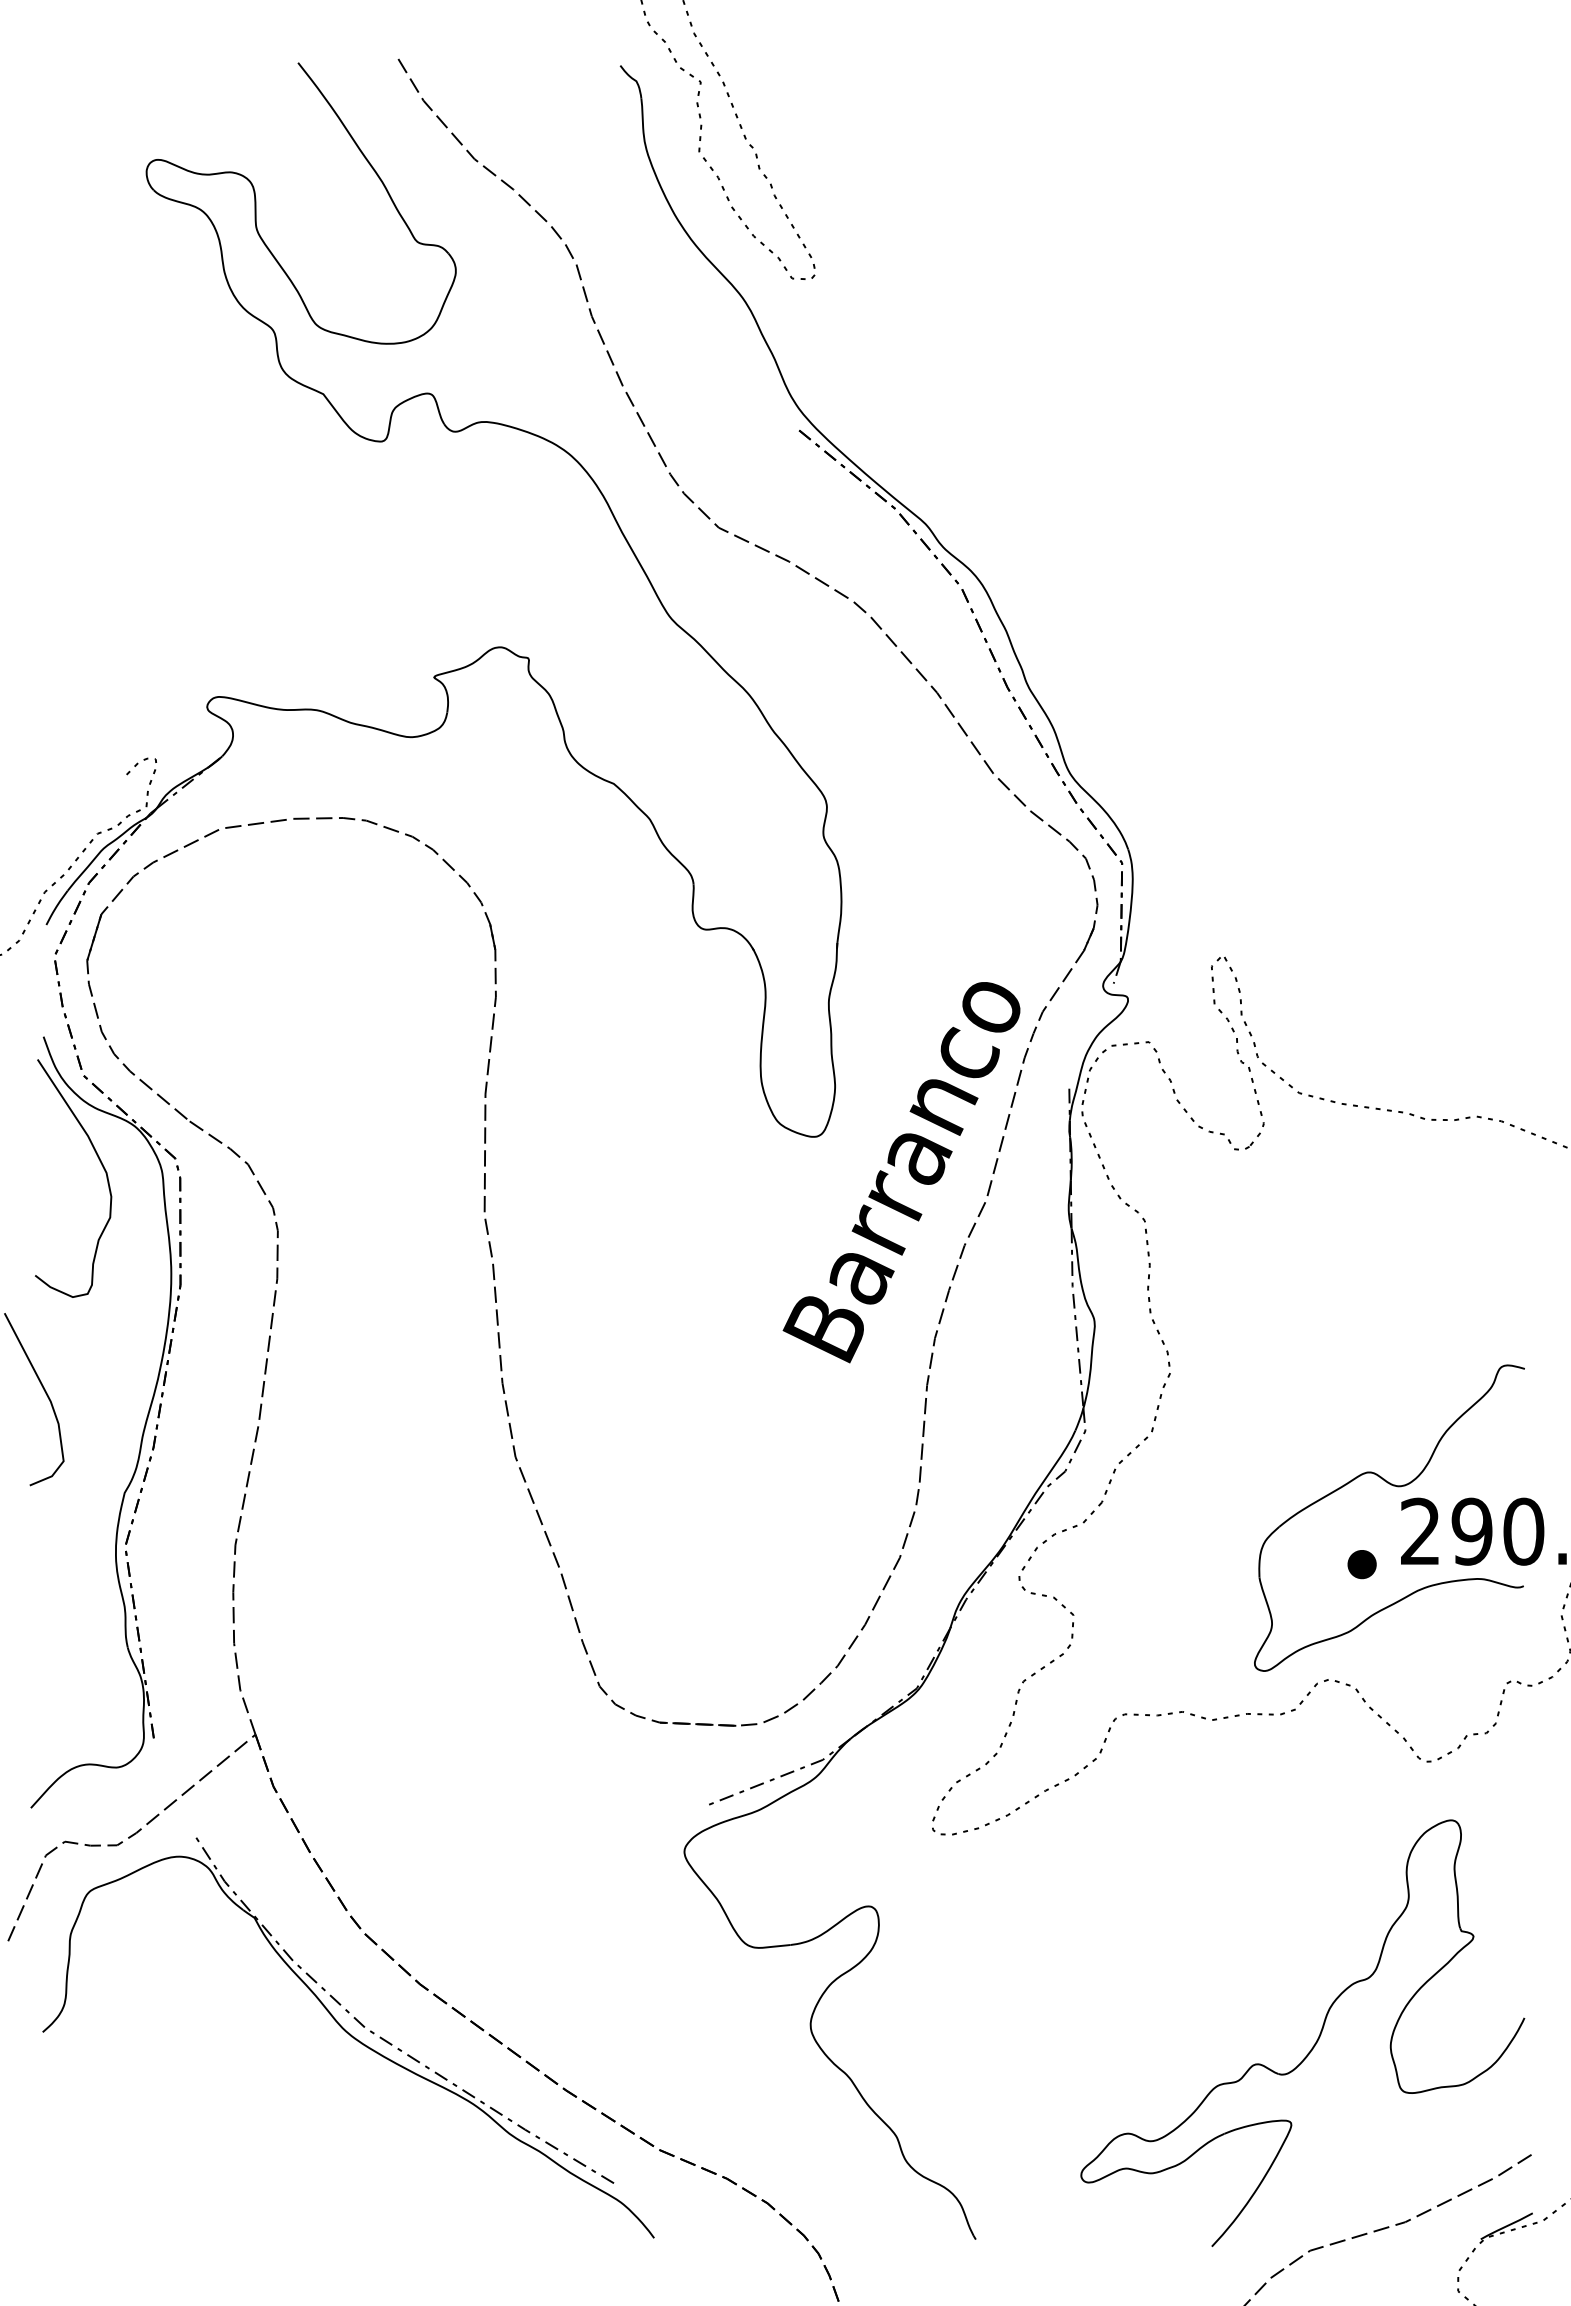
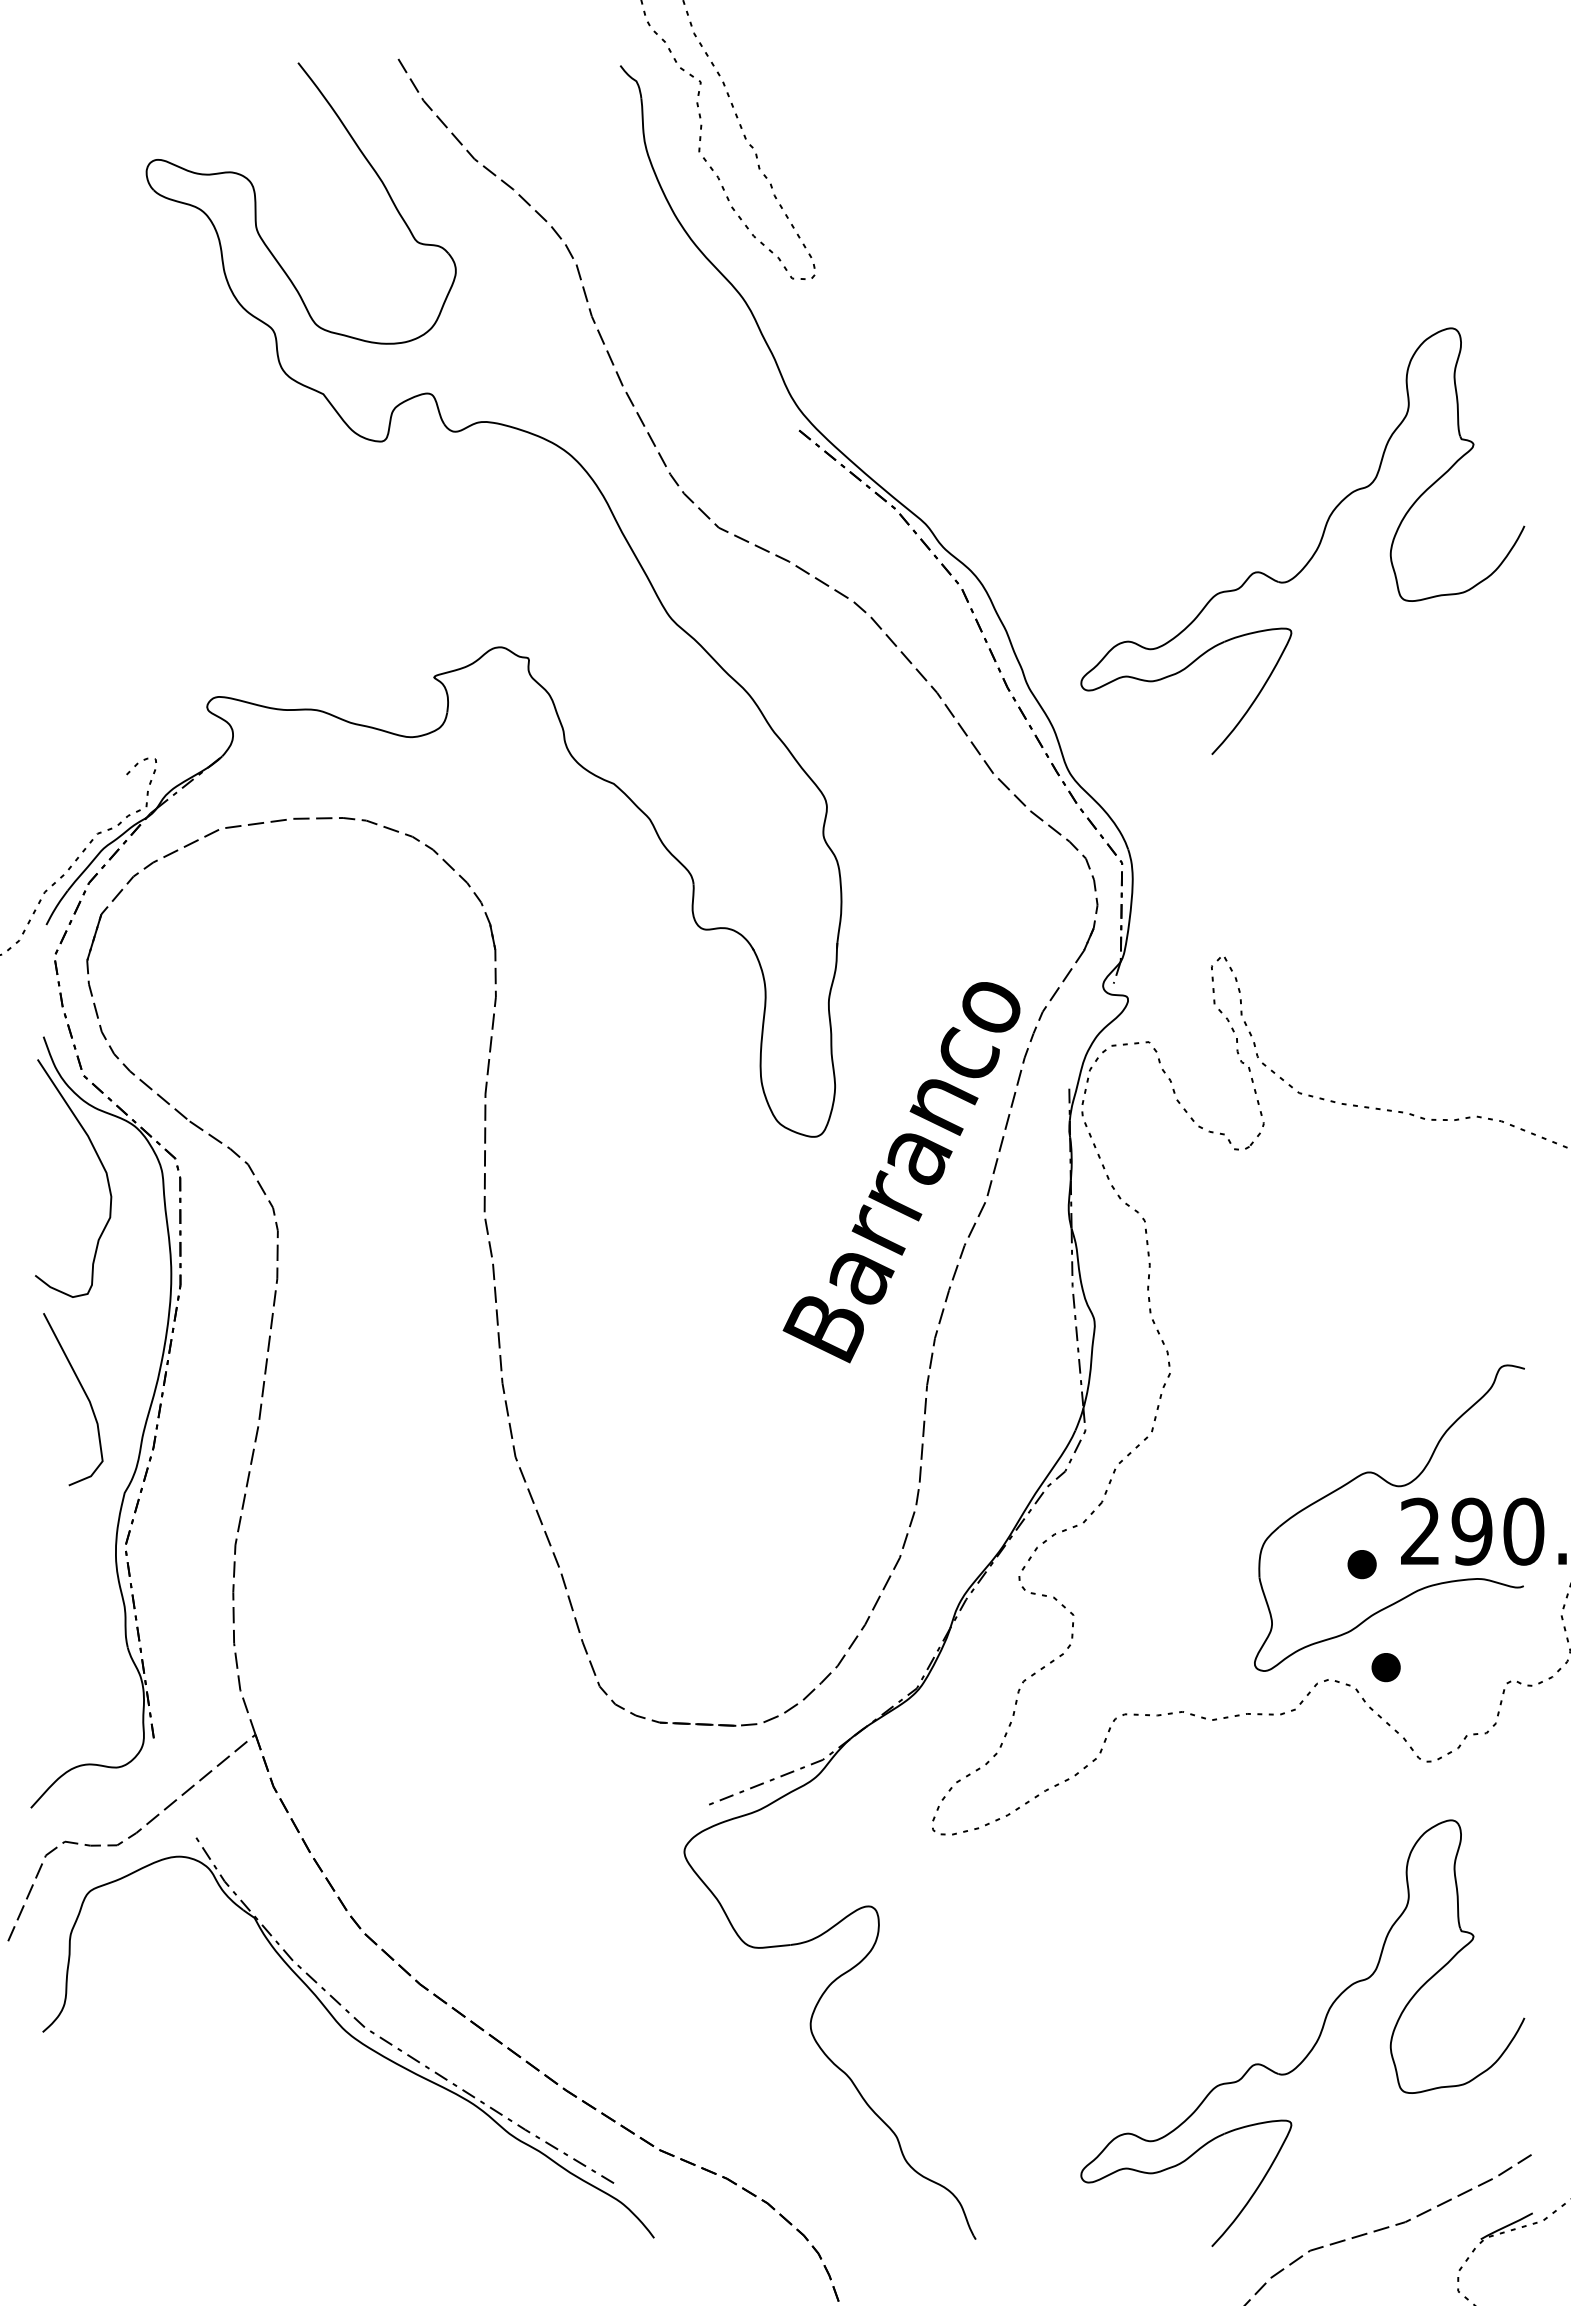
part at (1316, 548): none -> present
curve at (45, 1393) position: (45, 1393) -> (84, 1393)
part at (1385, 1667): none -> present
